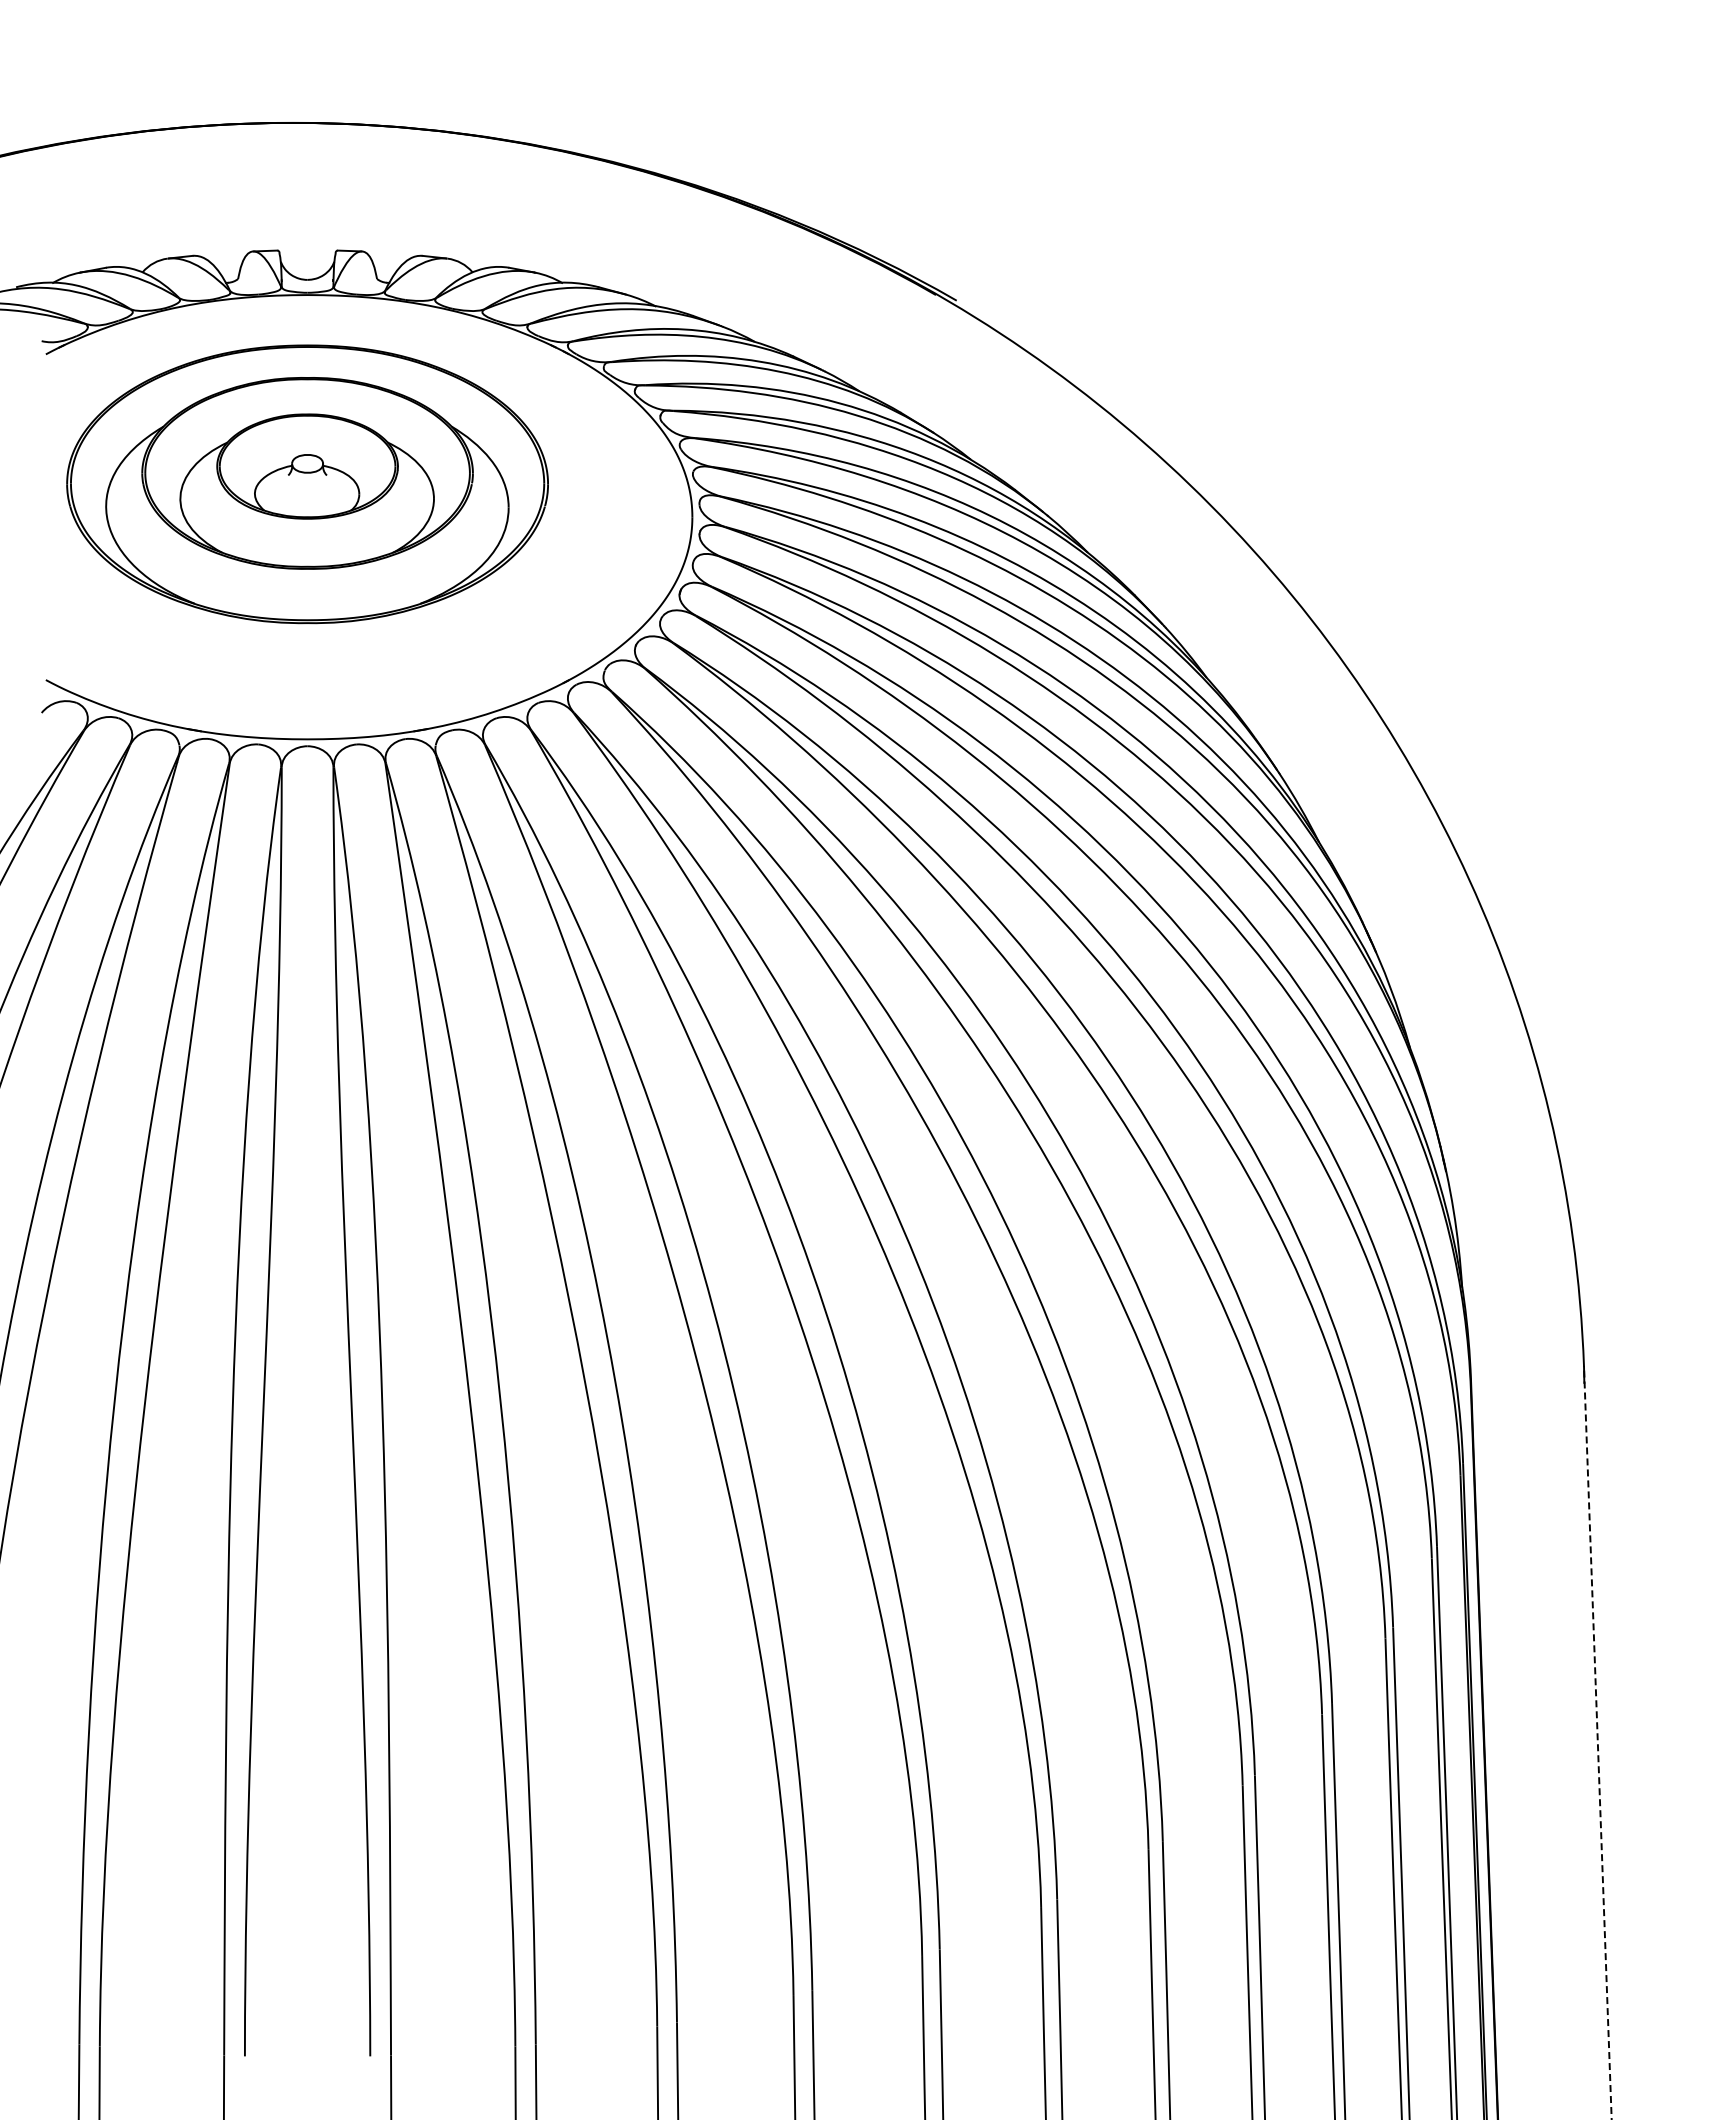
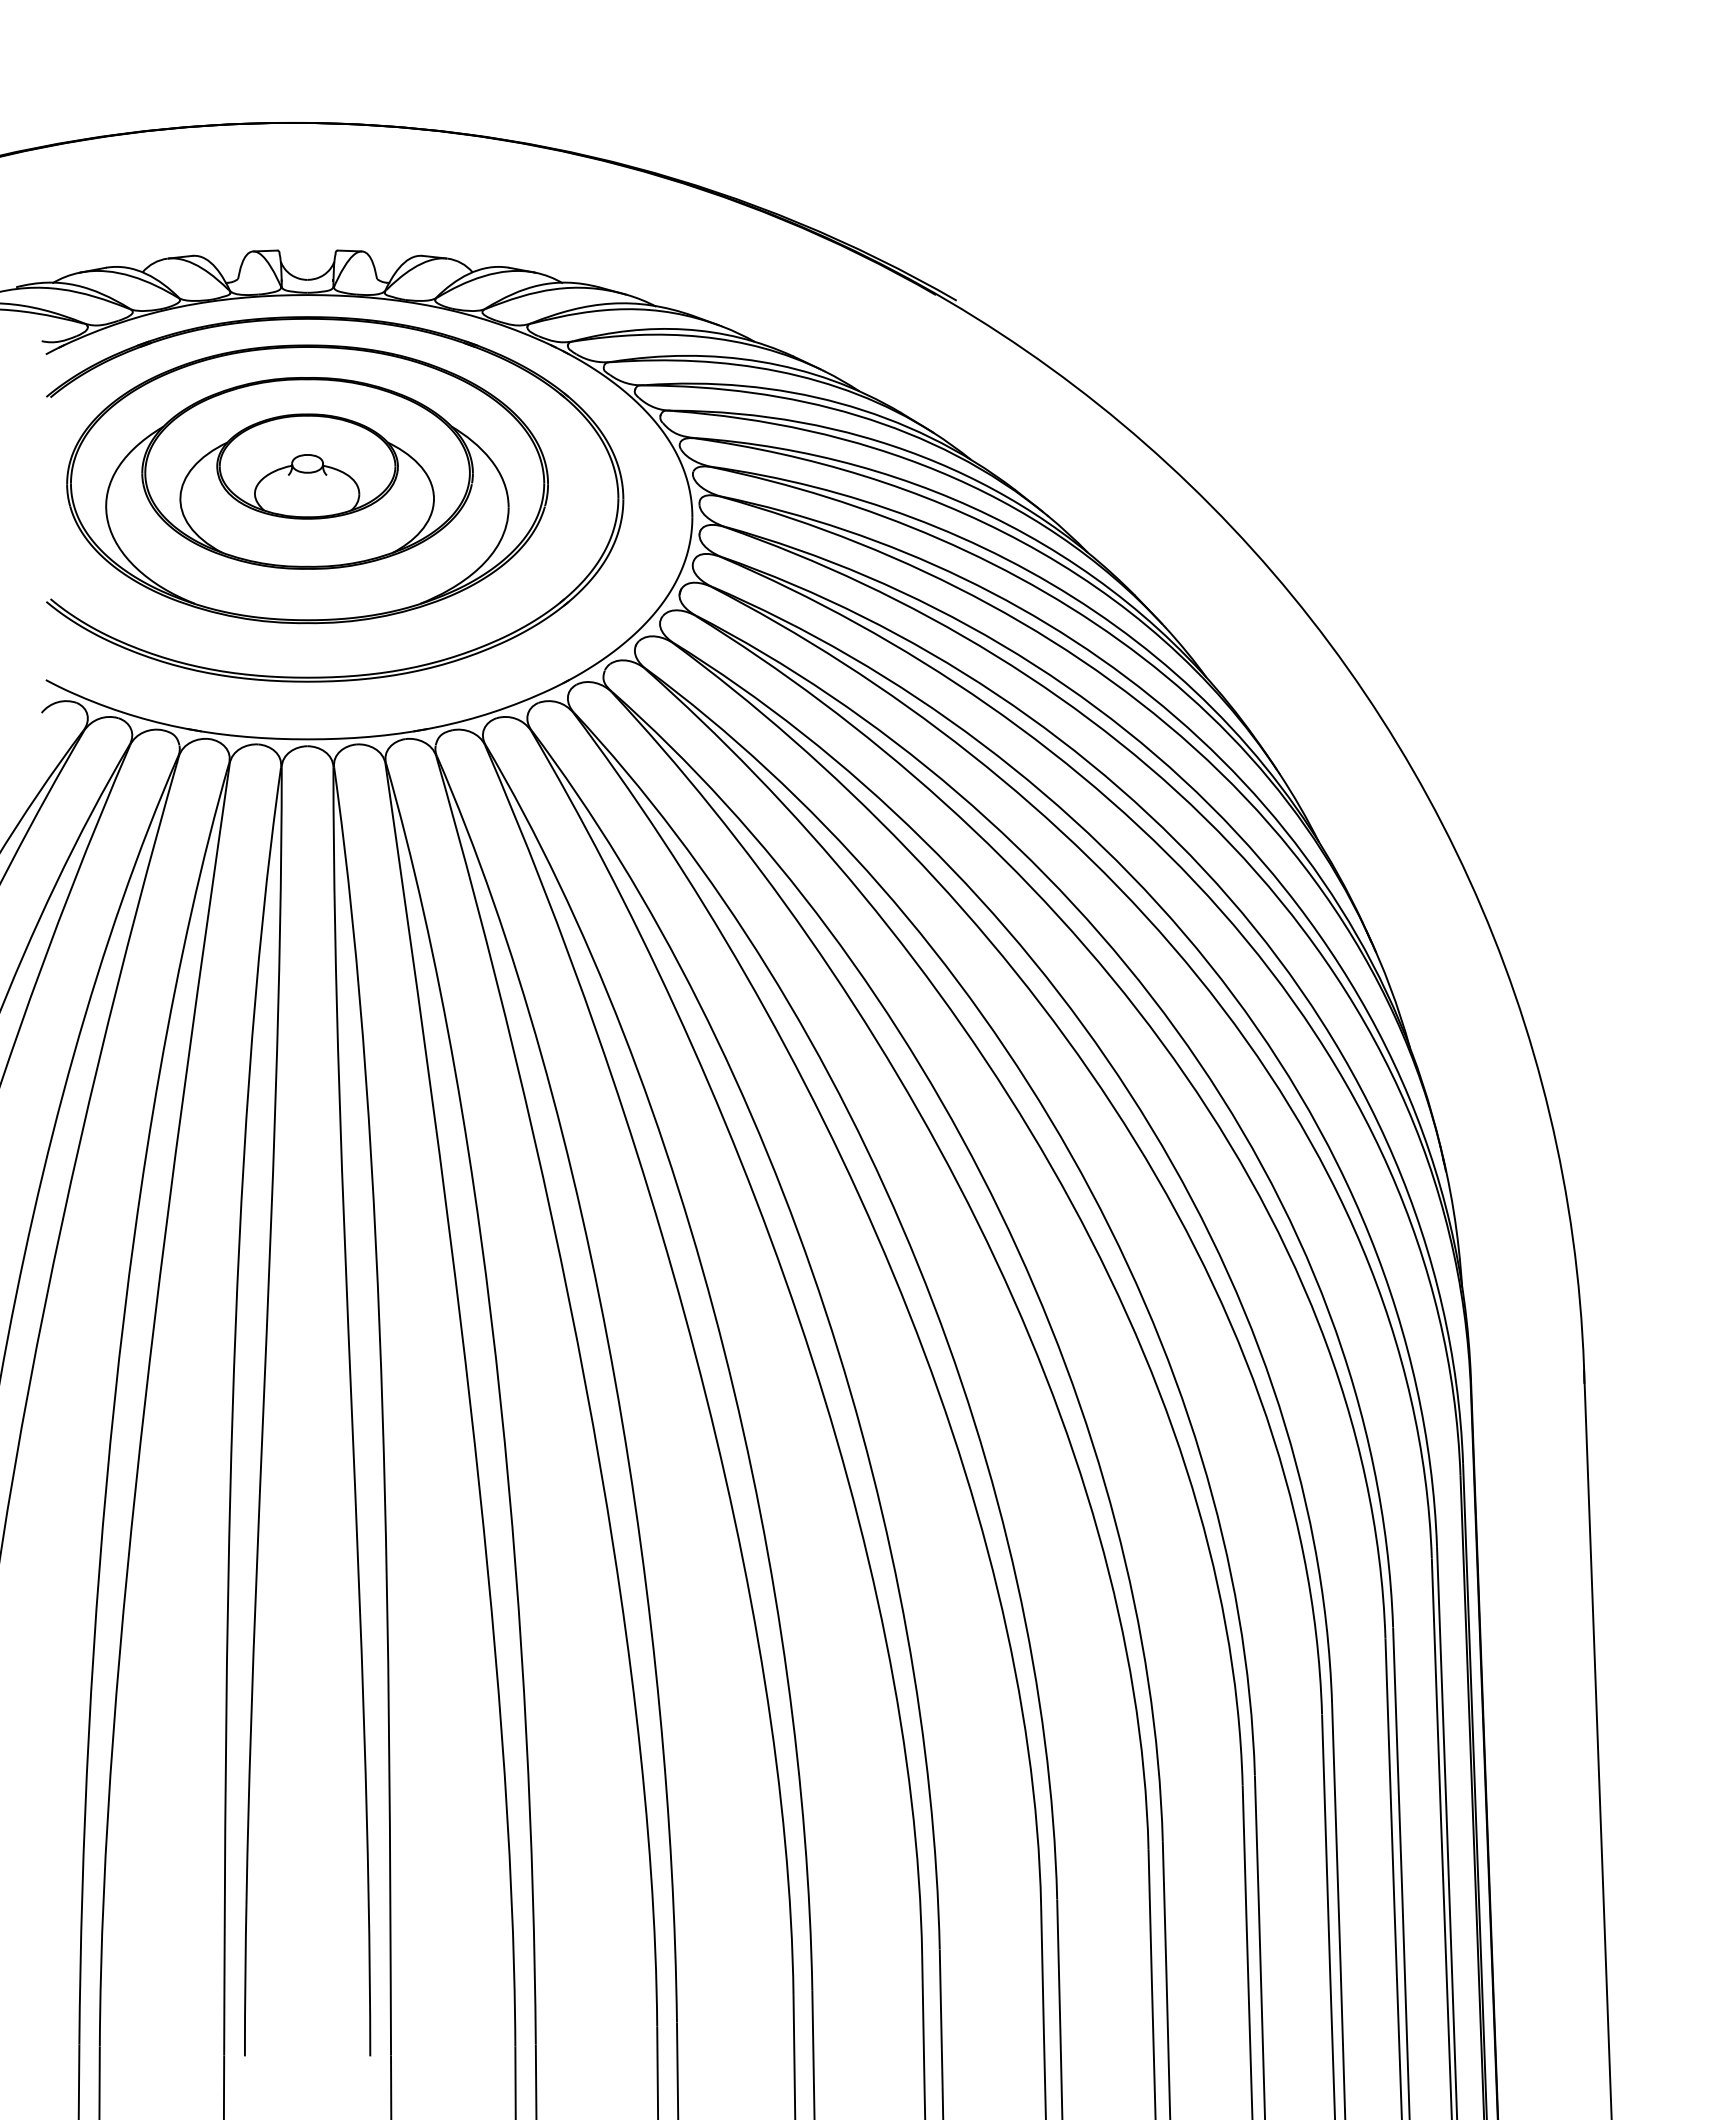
part at (340, 675): none -> present
line at (1597, 1745): dashed -> solid
